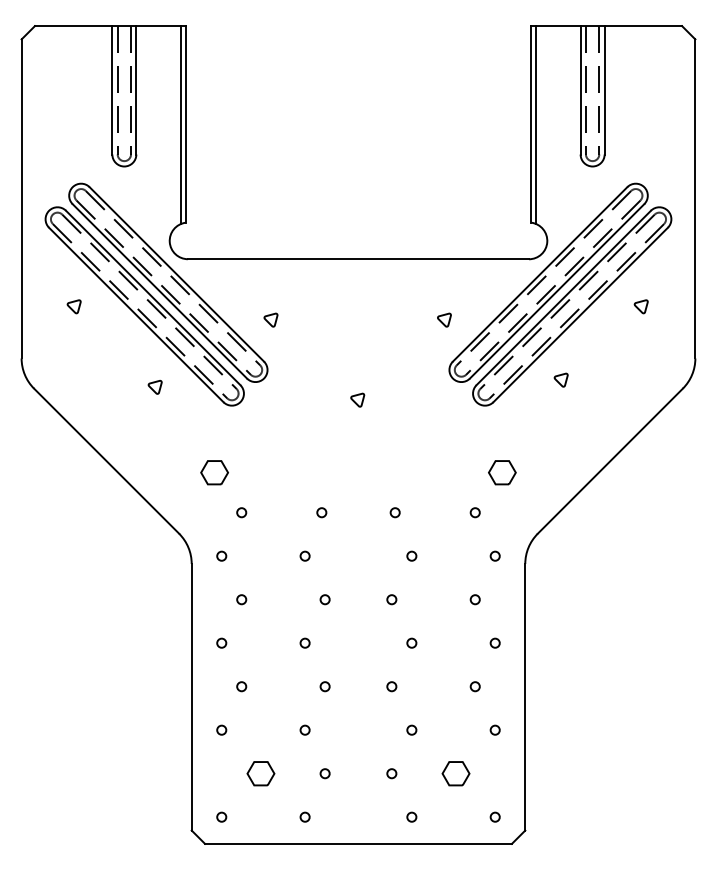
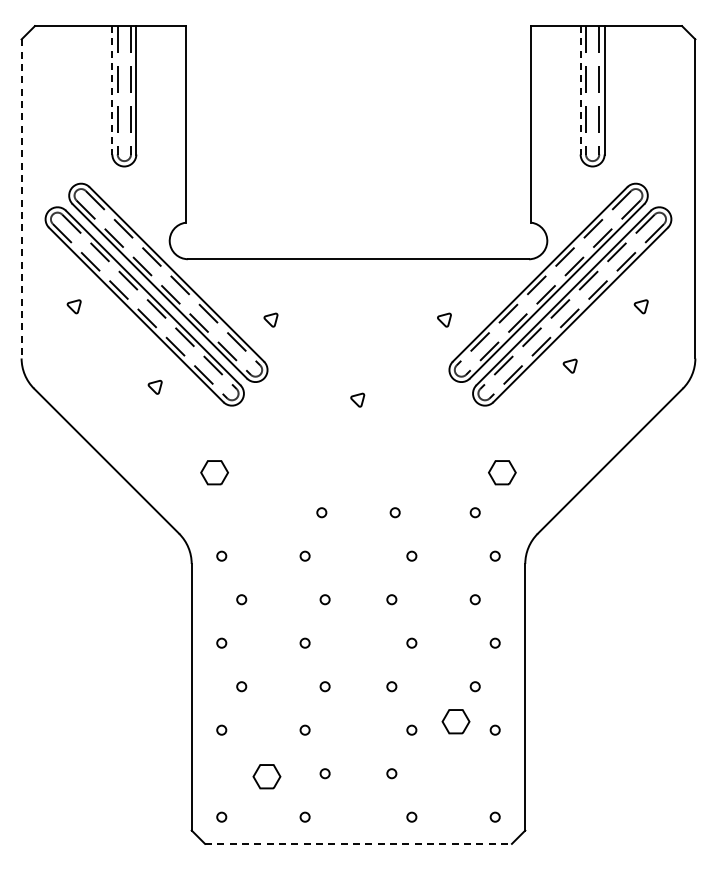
line at (112, 90): solid -> dashed
line at (580, 90): solid -> dashed
line at (180, 125): present -> none
line at (536, 125): present -> none
line at (21, 198): solid -> dashed
part at (560, 379) position: (560, 379) -> (569, 365)
circle at (241, 512): present -> none
part at (260, 773) position: (260, 773) -> (266, 776)
part at (455, 773) position: (455, 773) -> (455, 721)
line at (358, 843): solid -> dashed
